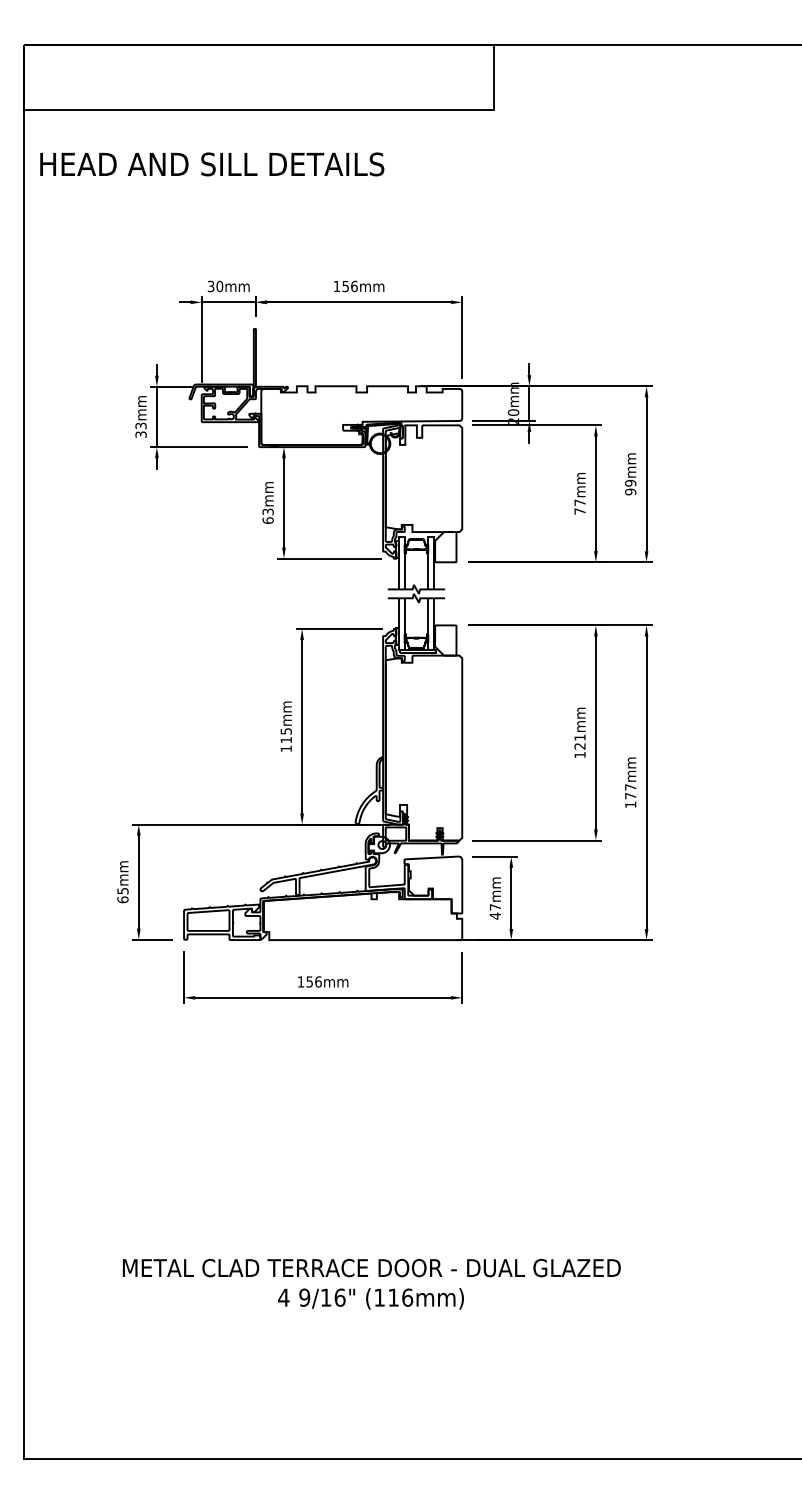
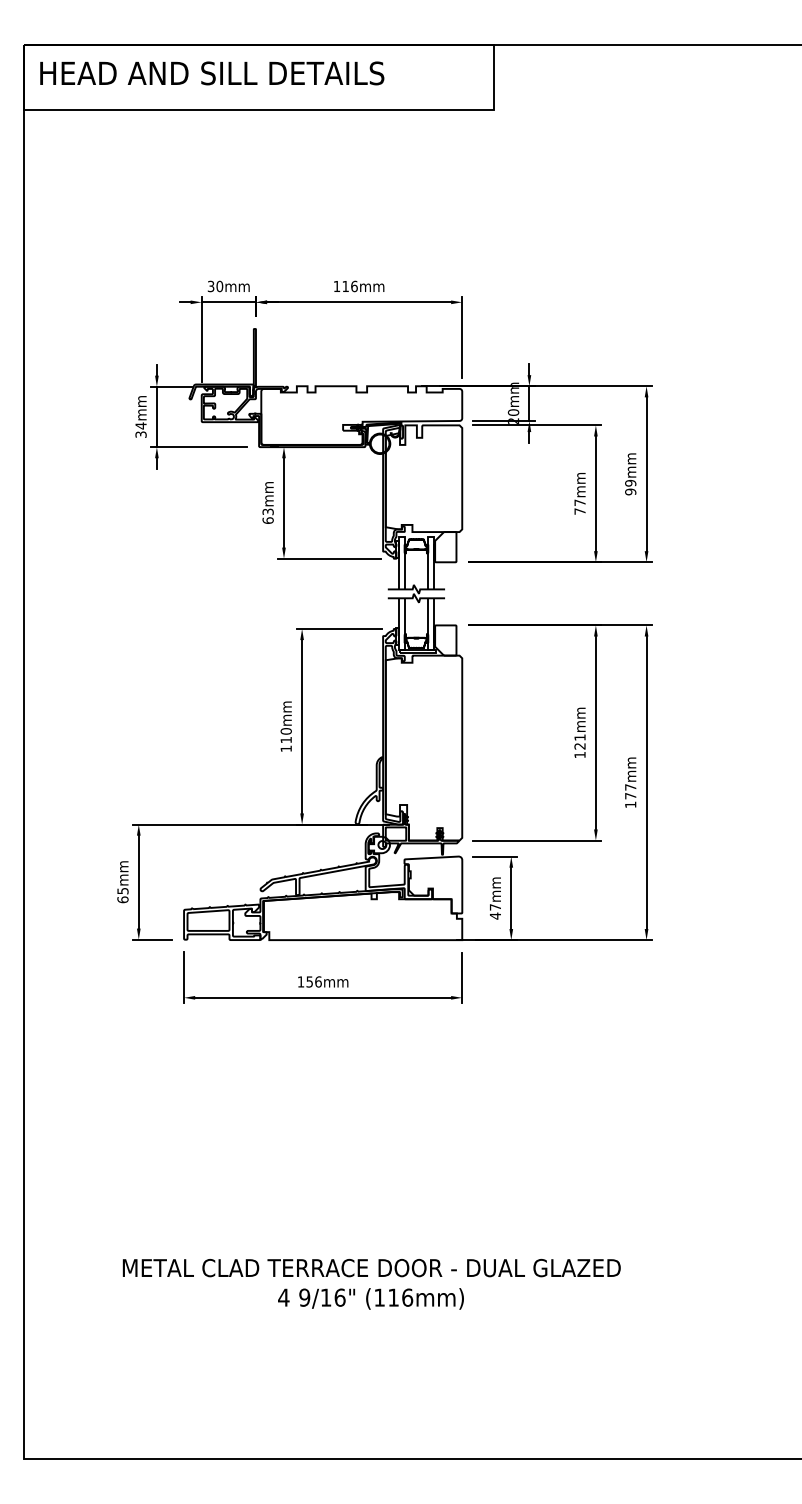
text at (212, 164) position: (212, 164) -> (212, 73)
text at (345, 286): 156mm -> 116mm
text at (140, 425): 33mm -> 34mm
text at (285, 731): 115mm -> 110mm
